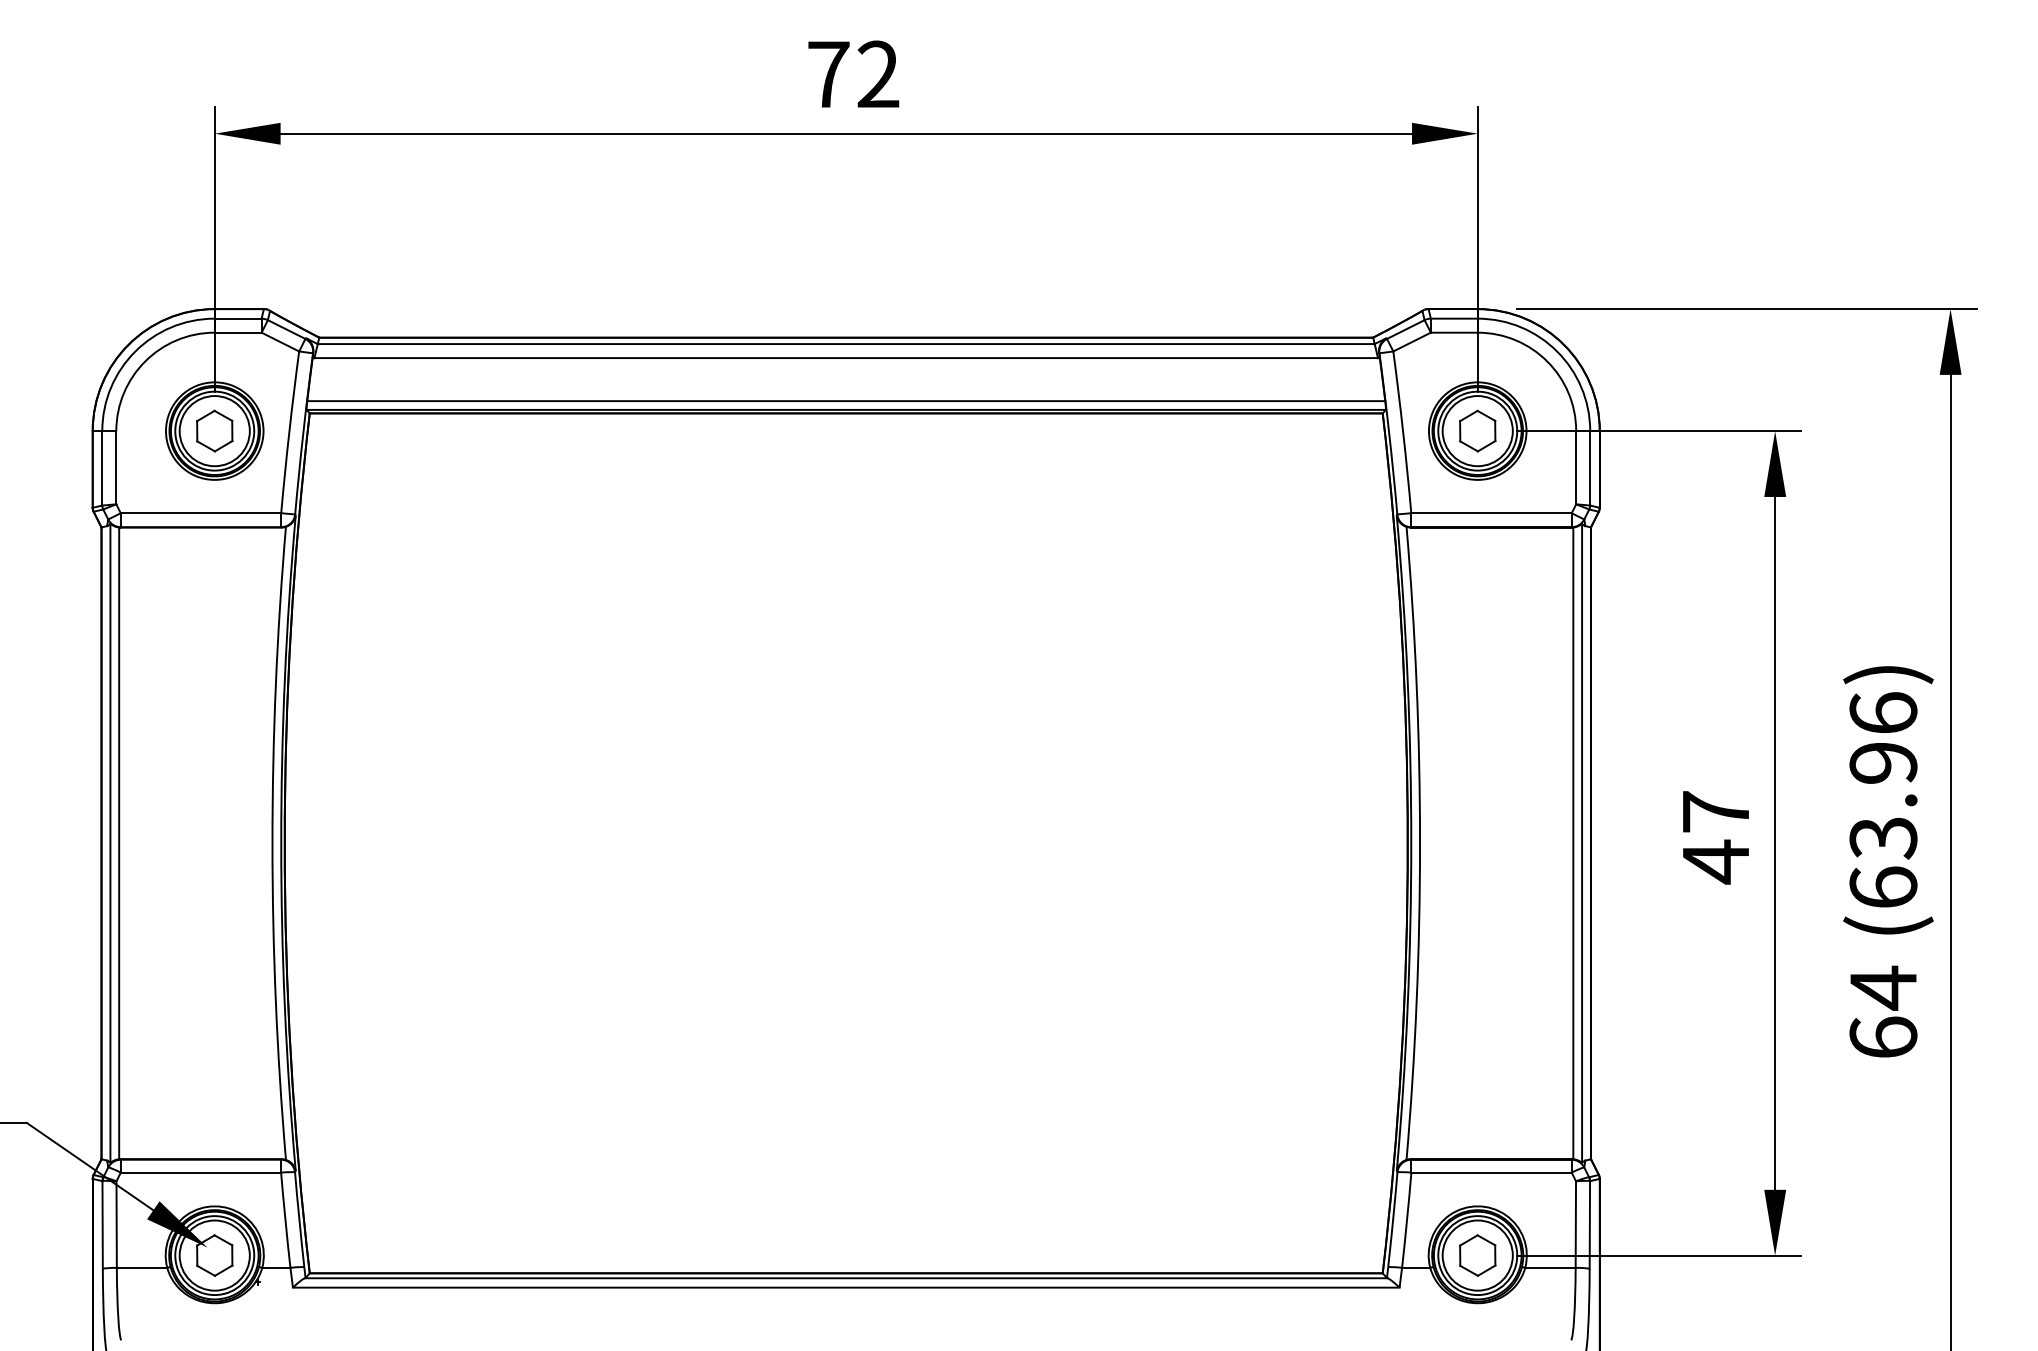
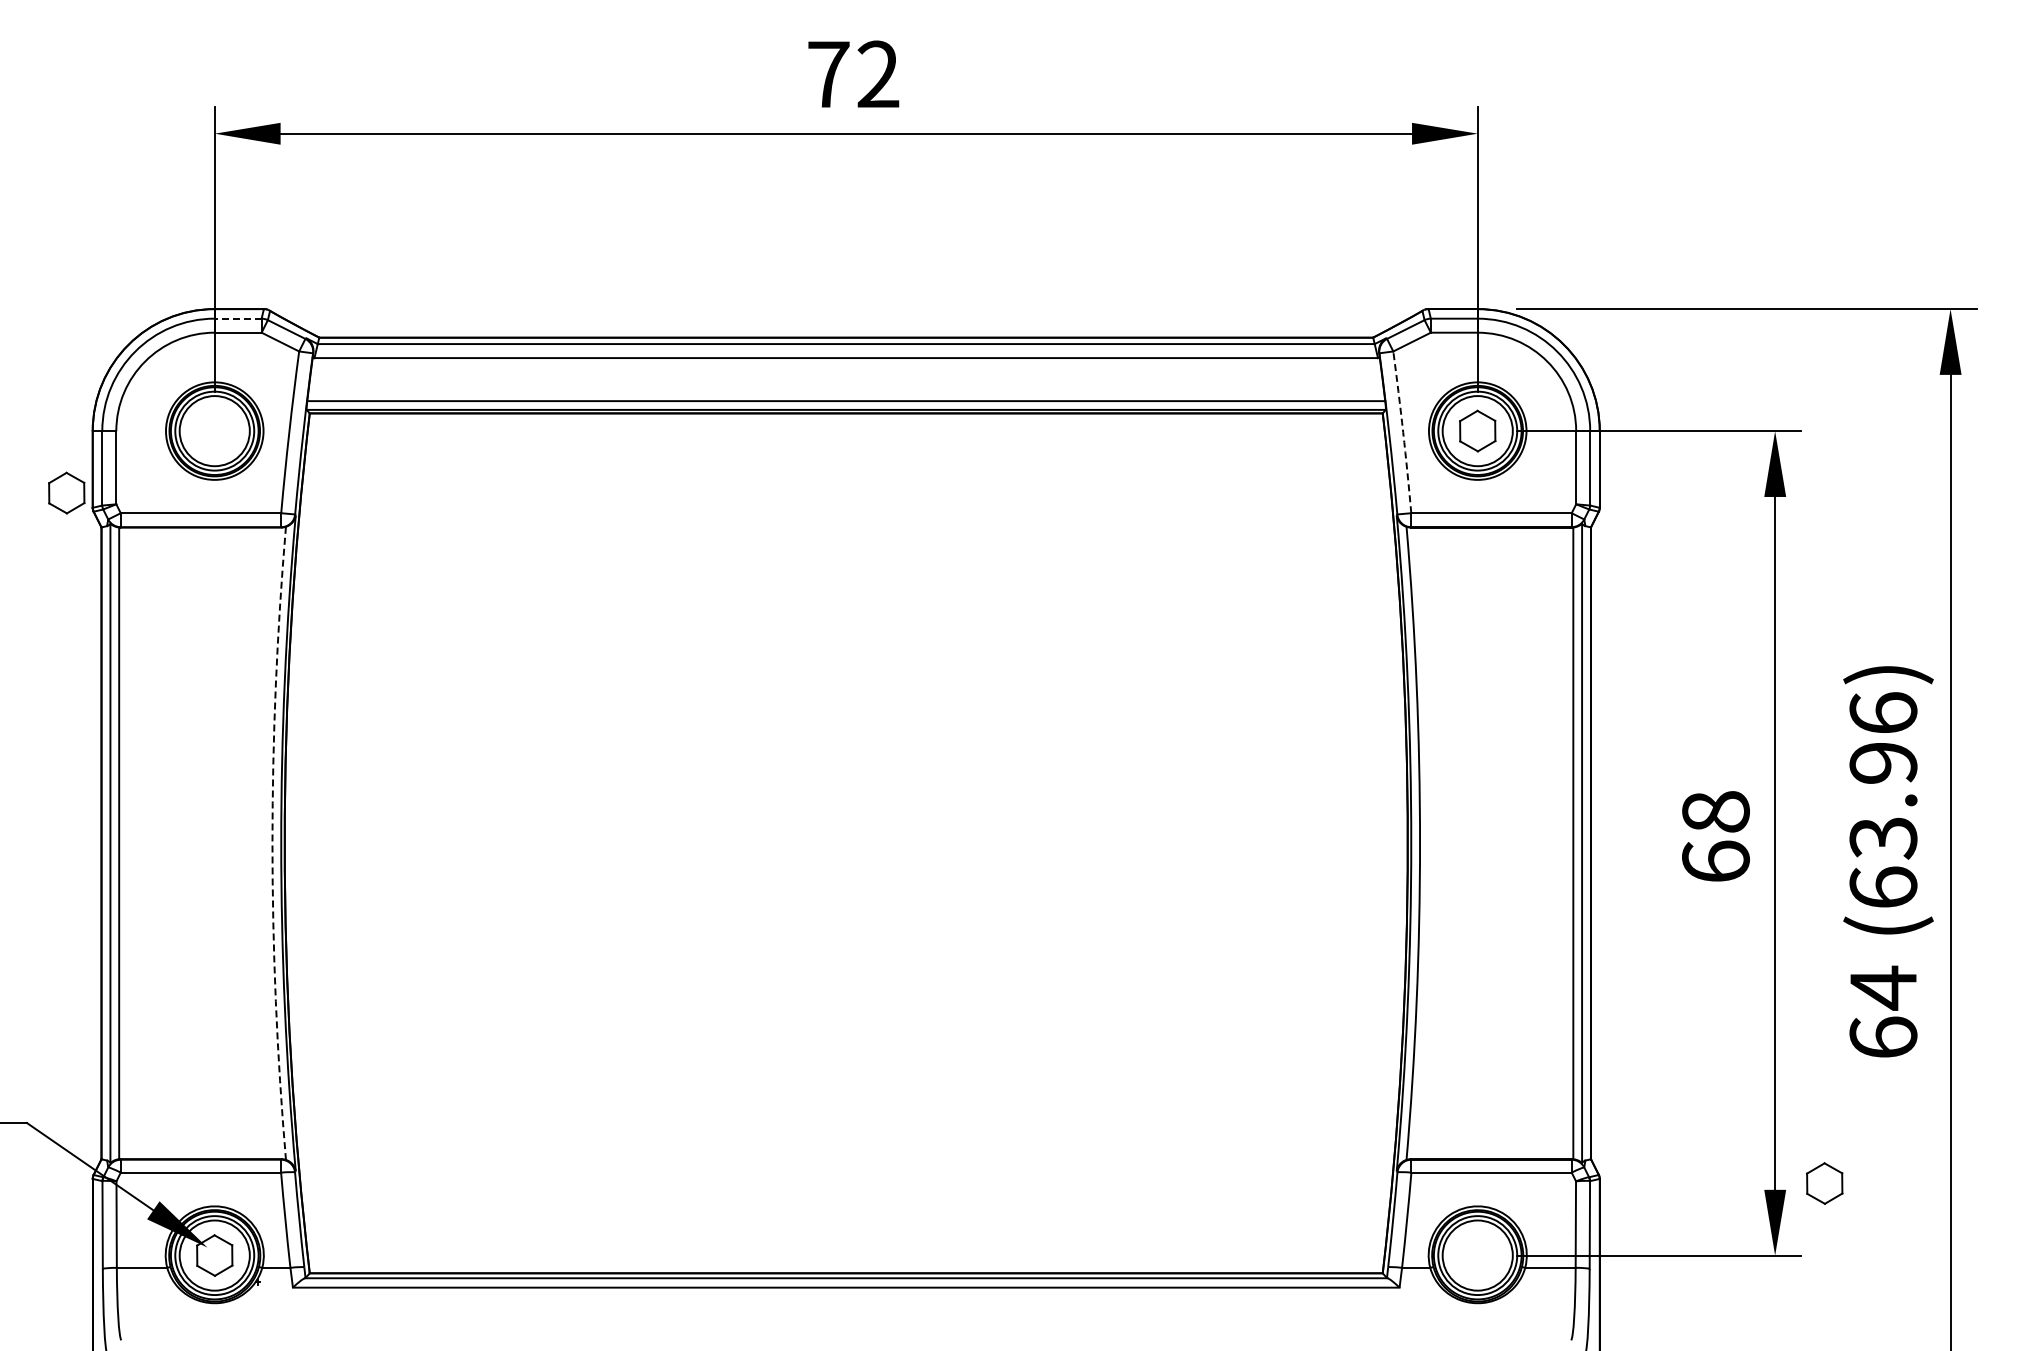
line at (237, 318): solid -> dashed
part at (214, 430) position: (214, 430) -> (66, 492)
arc at (1403, 432): solid -> dashed
text at (1715, 837): 47 -> 68
arc at (272, 843): solid -> dashed
part at (1477, 1255) position: (1477, 1255) -> (1824, 1183)
